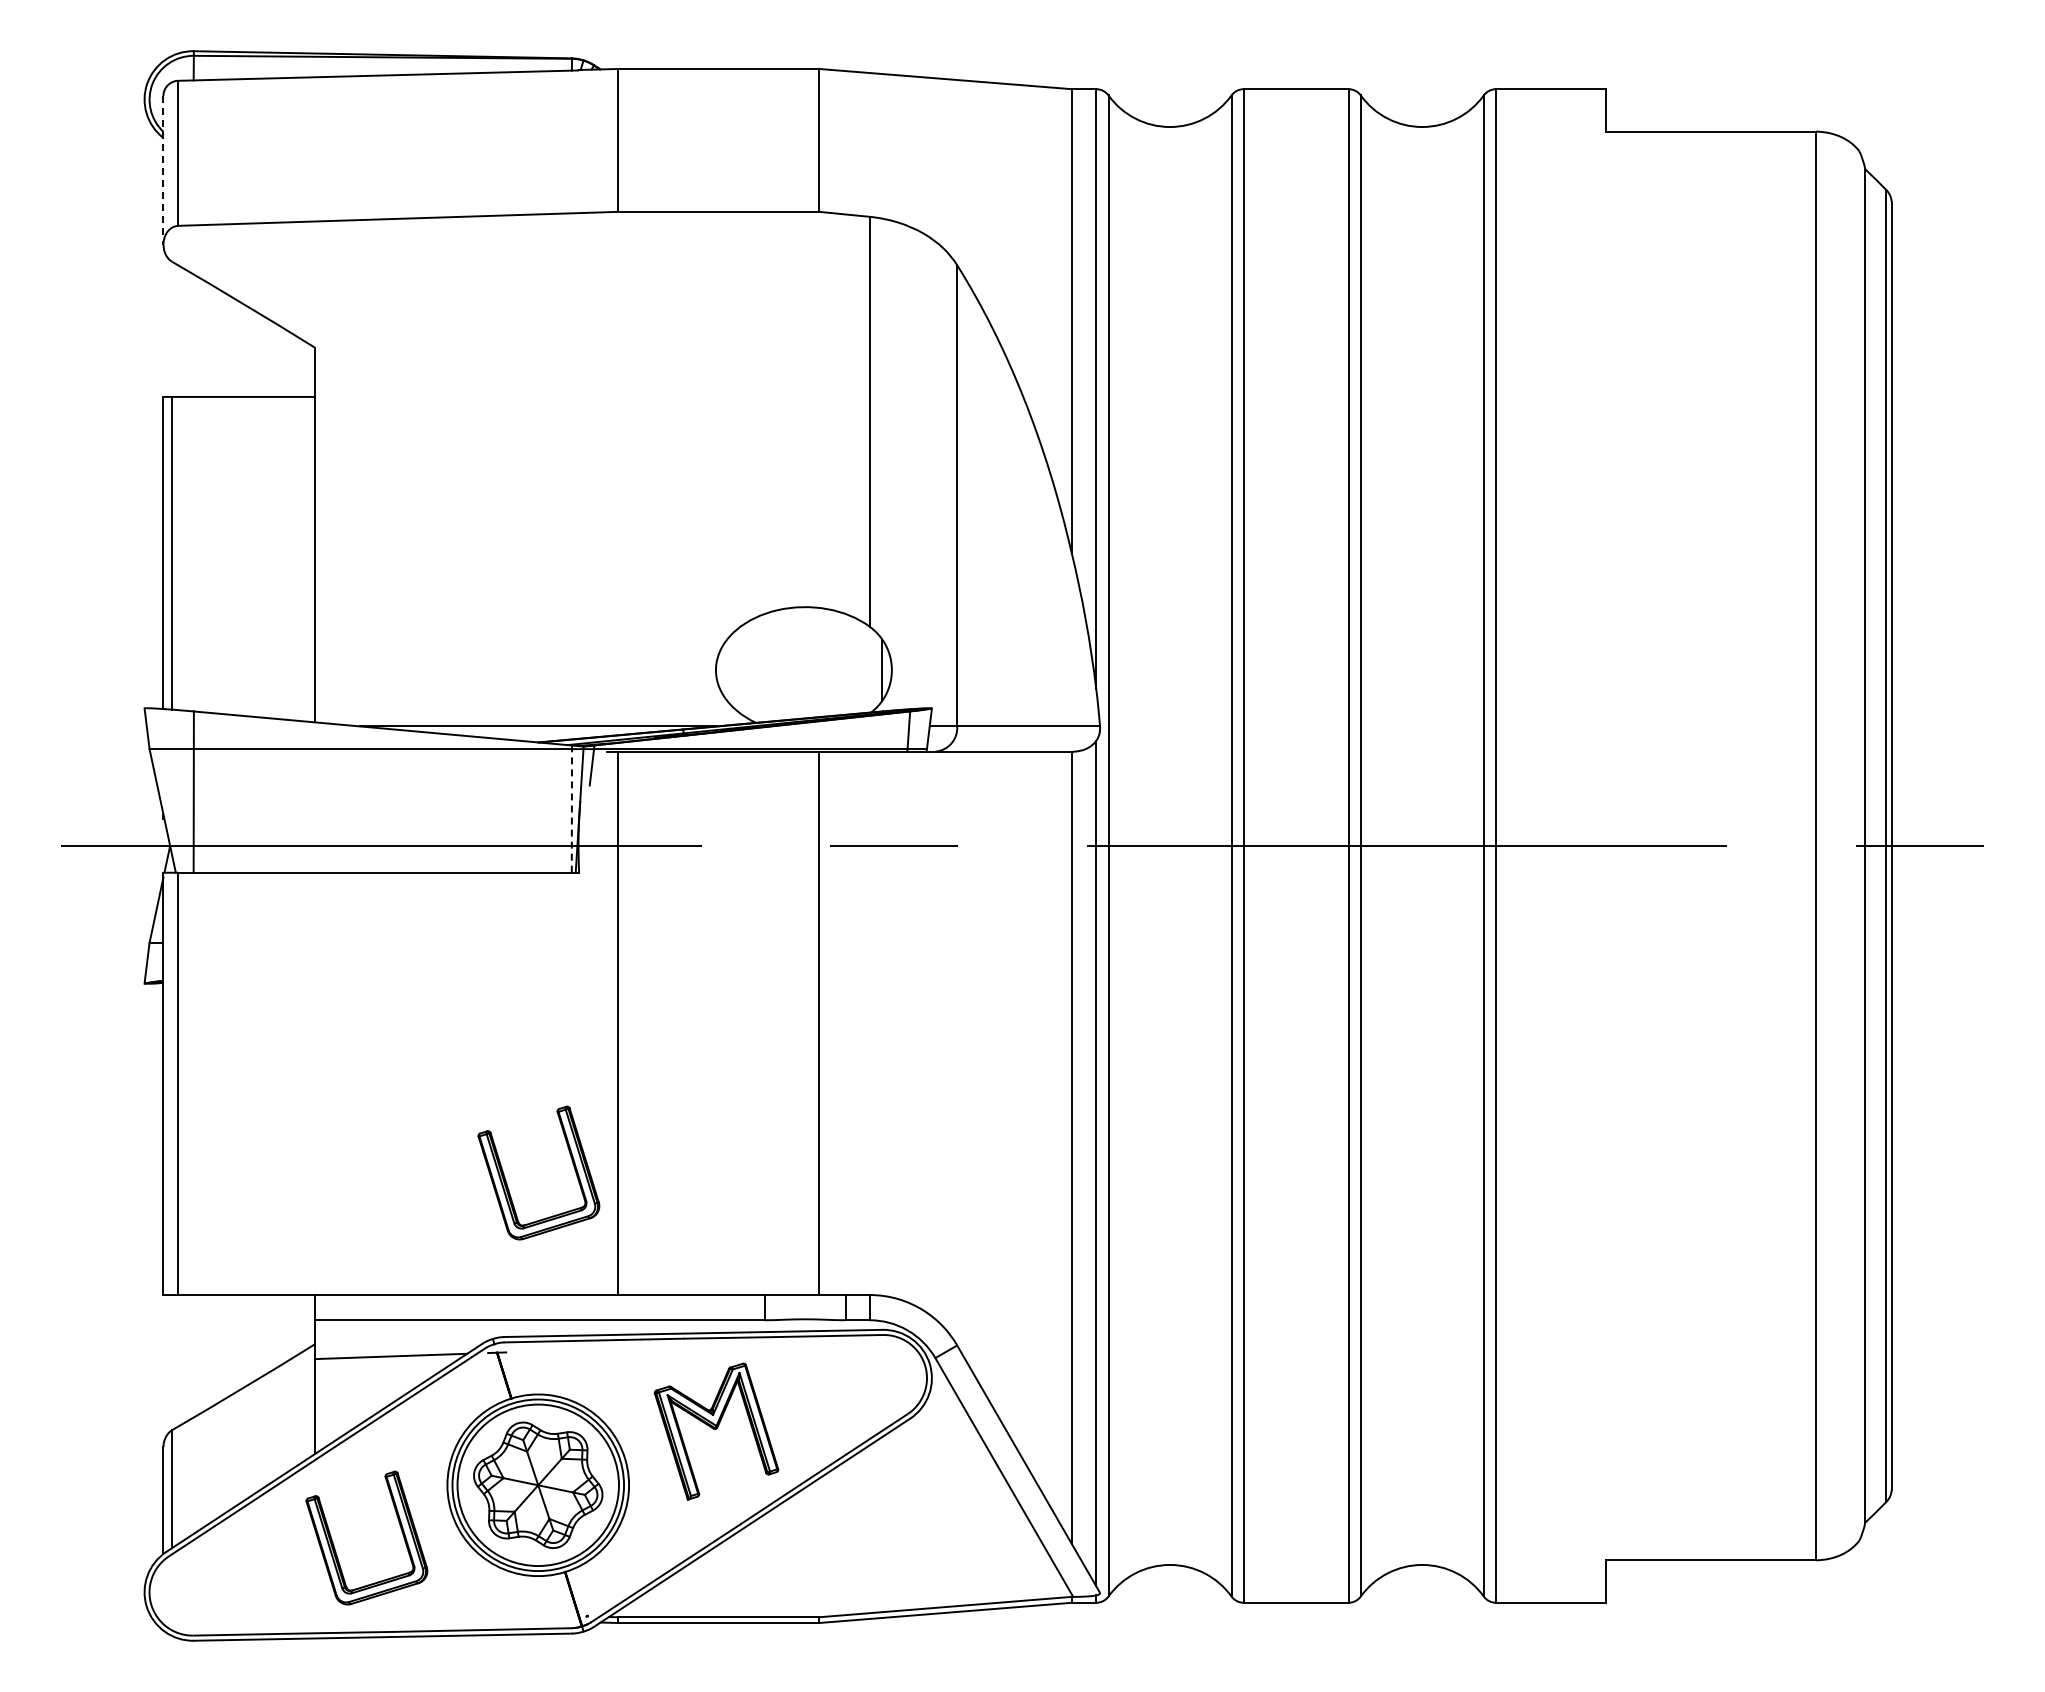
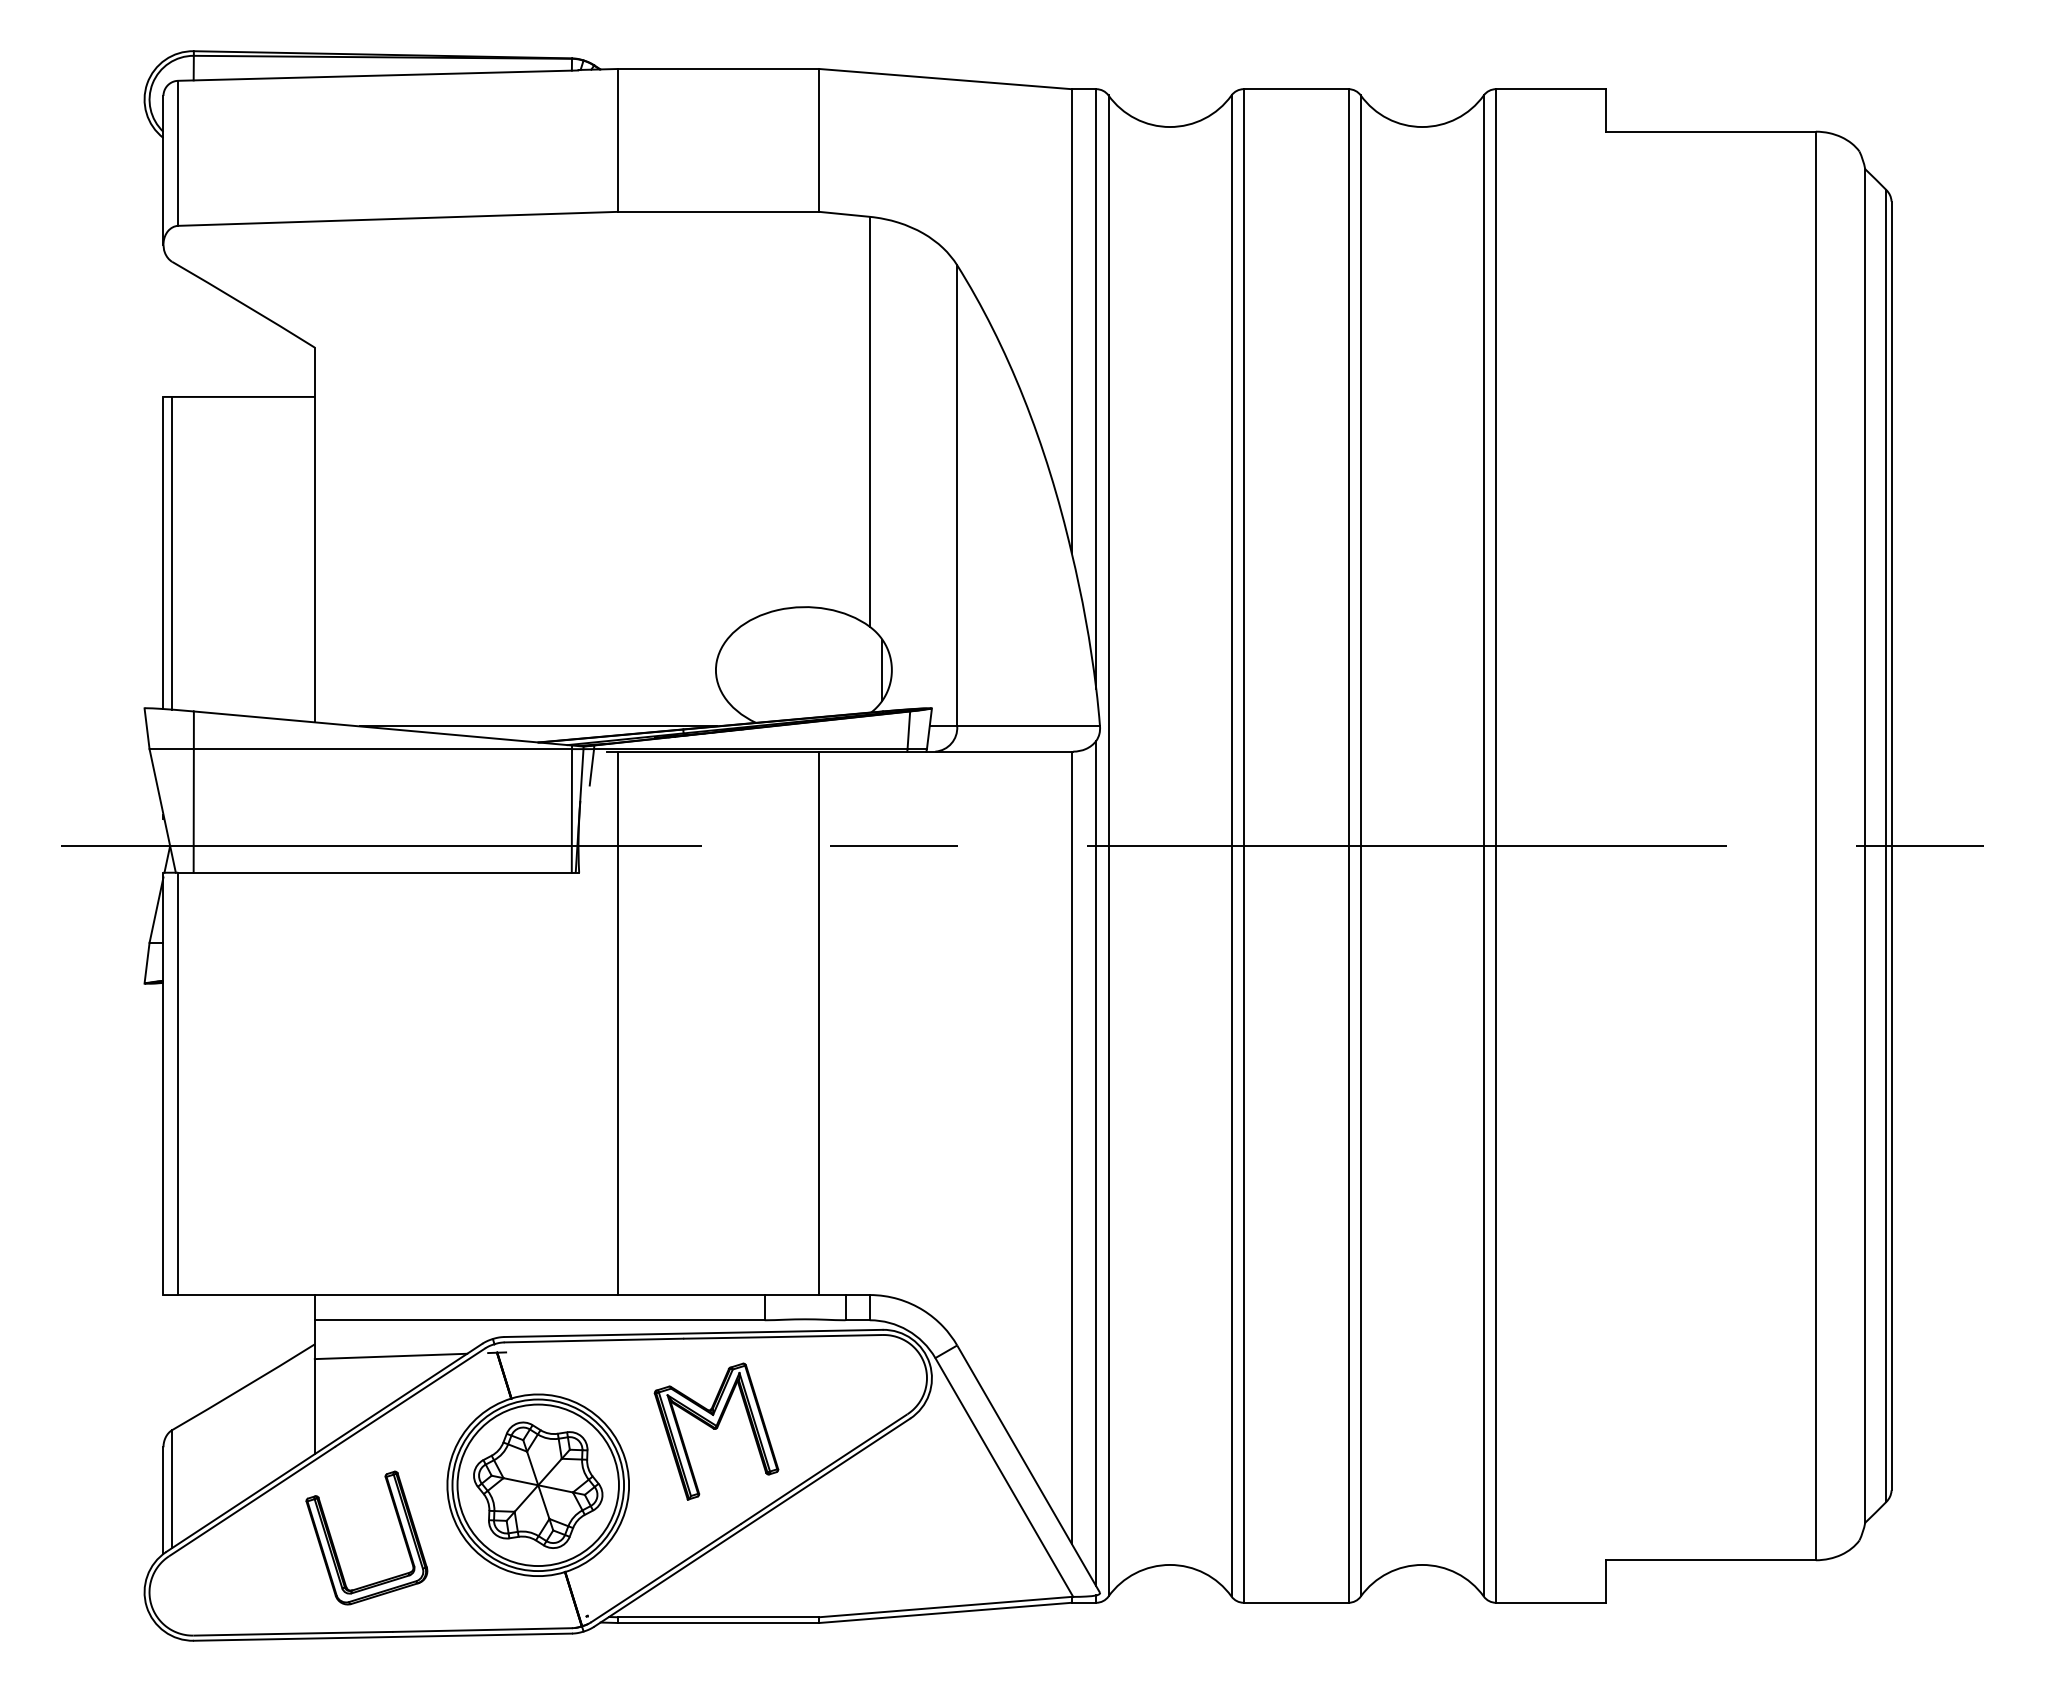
line at (163, 170): dashed -> solid
line at (571, 810): dashed -> solid
part at (507, 1183): present -> none
